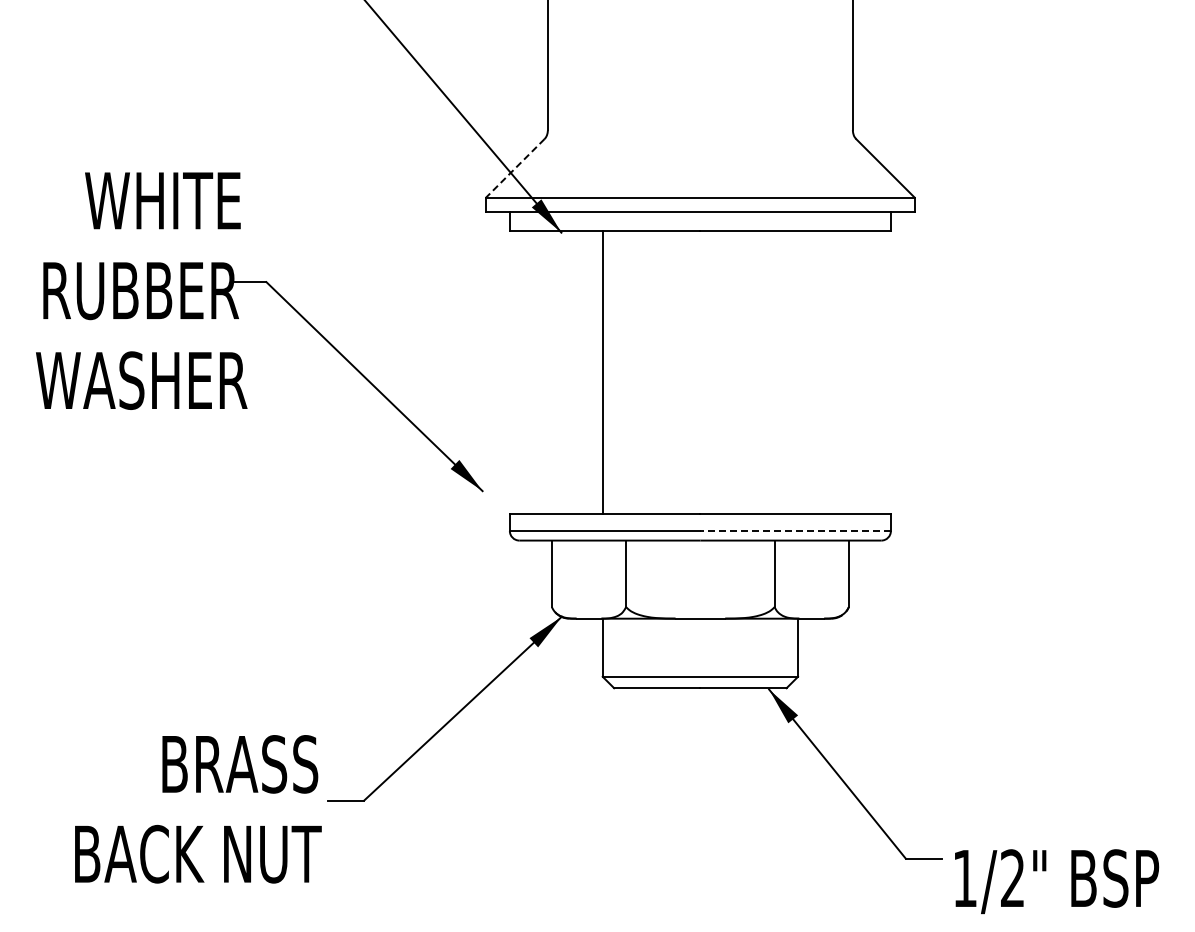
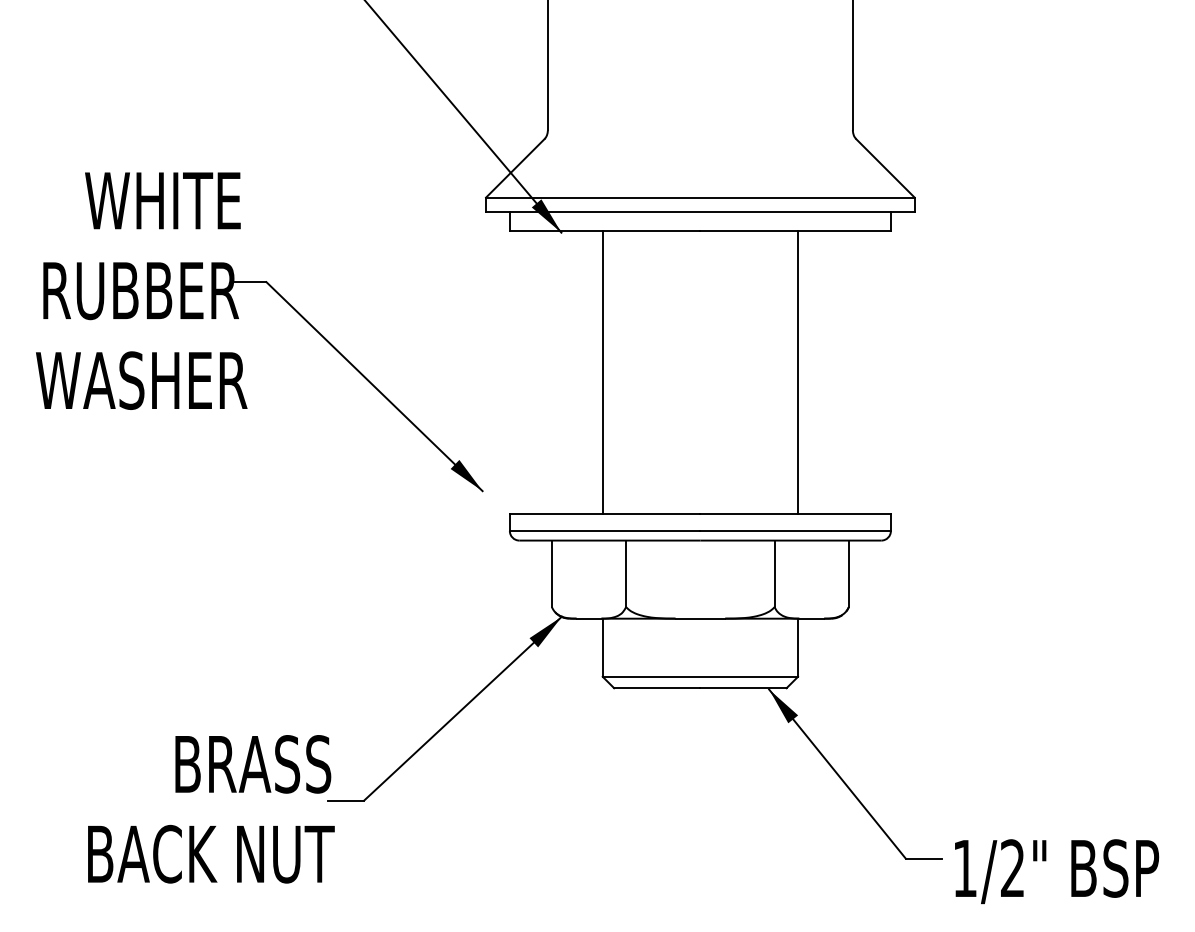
line at (514, 168): dashed -> solid
line at (798, 371): none -> present
line at (795, 531): dashed -> solid
text at (198, 809) position: (198, 809) -> (211, 809)
text at (1057, 881) position: (1057, 881) -> (1057, 871)
